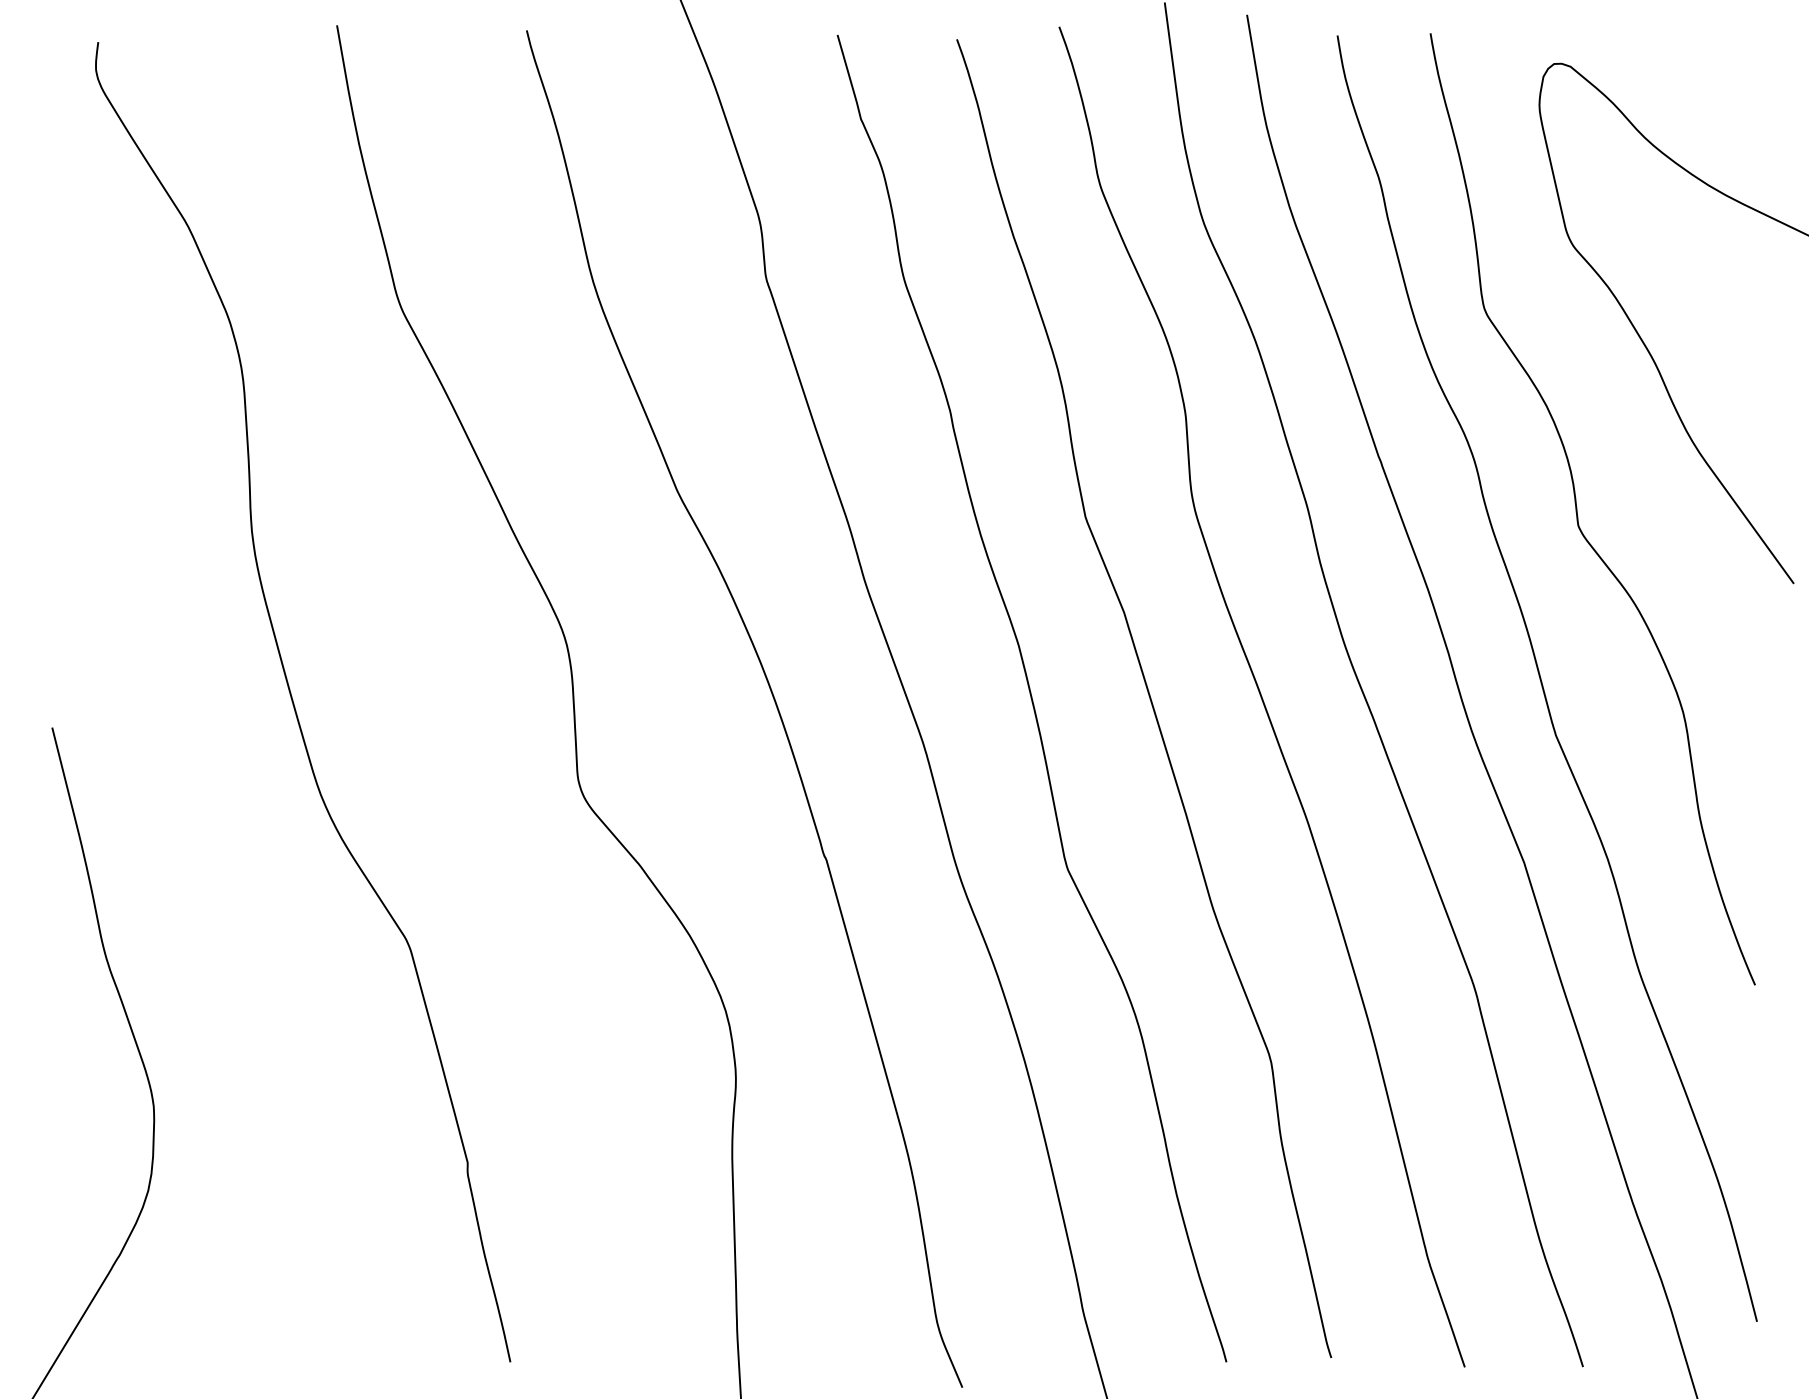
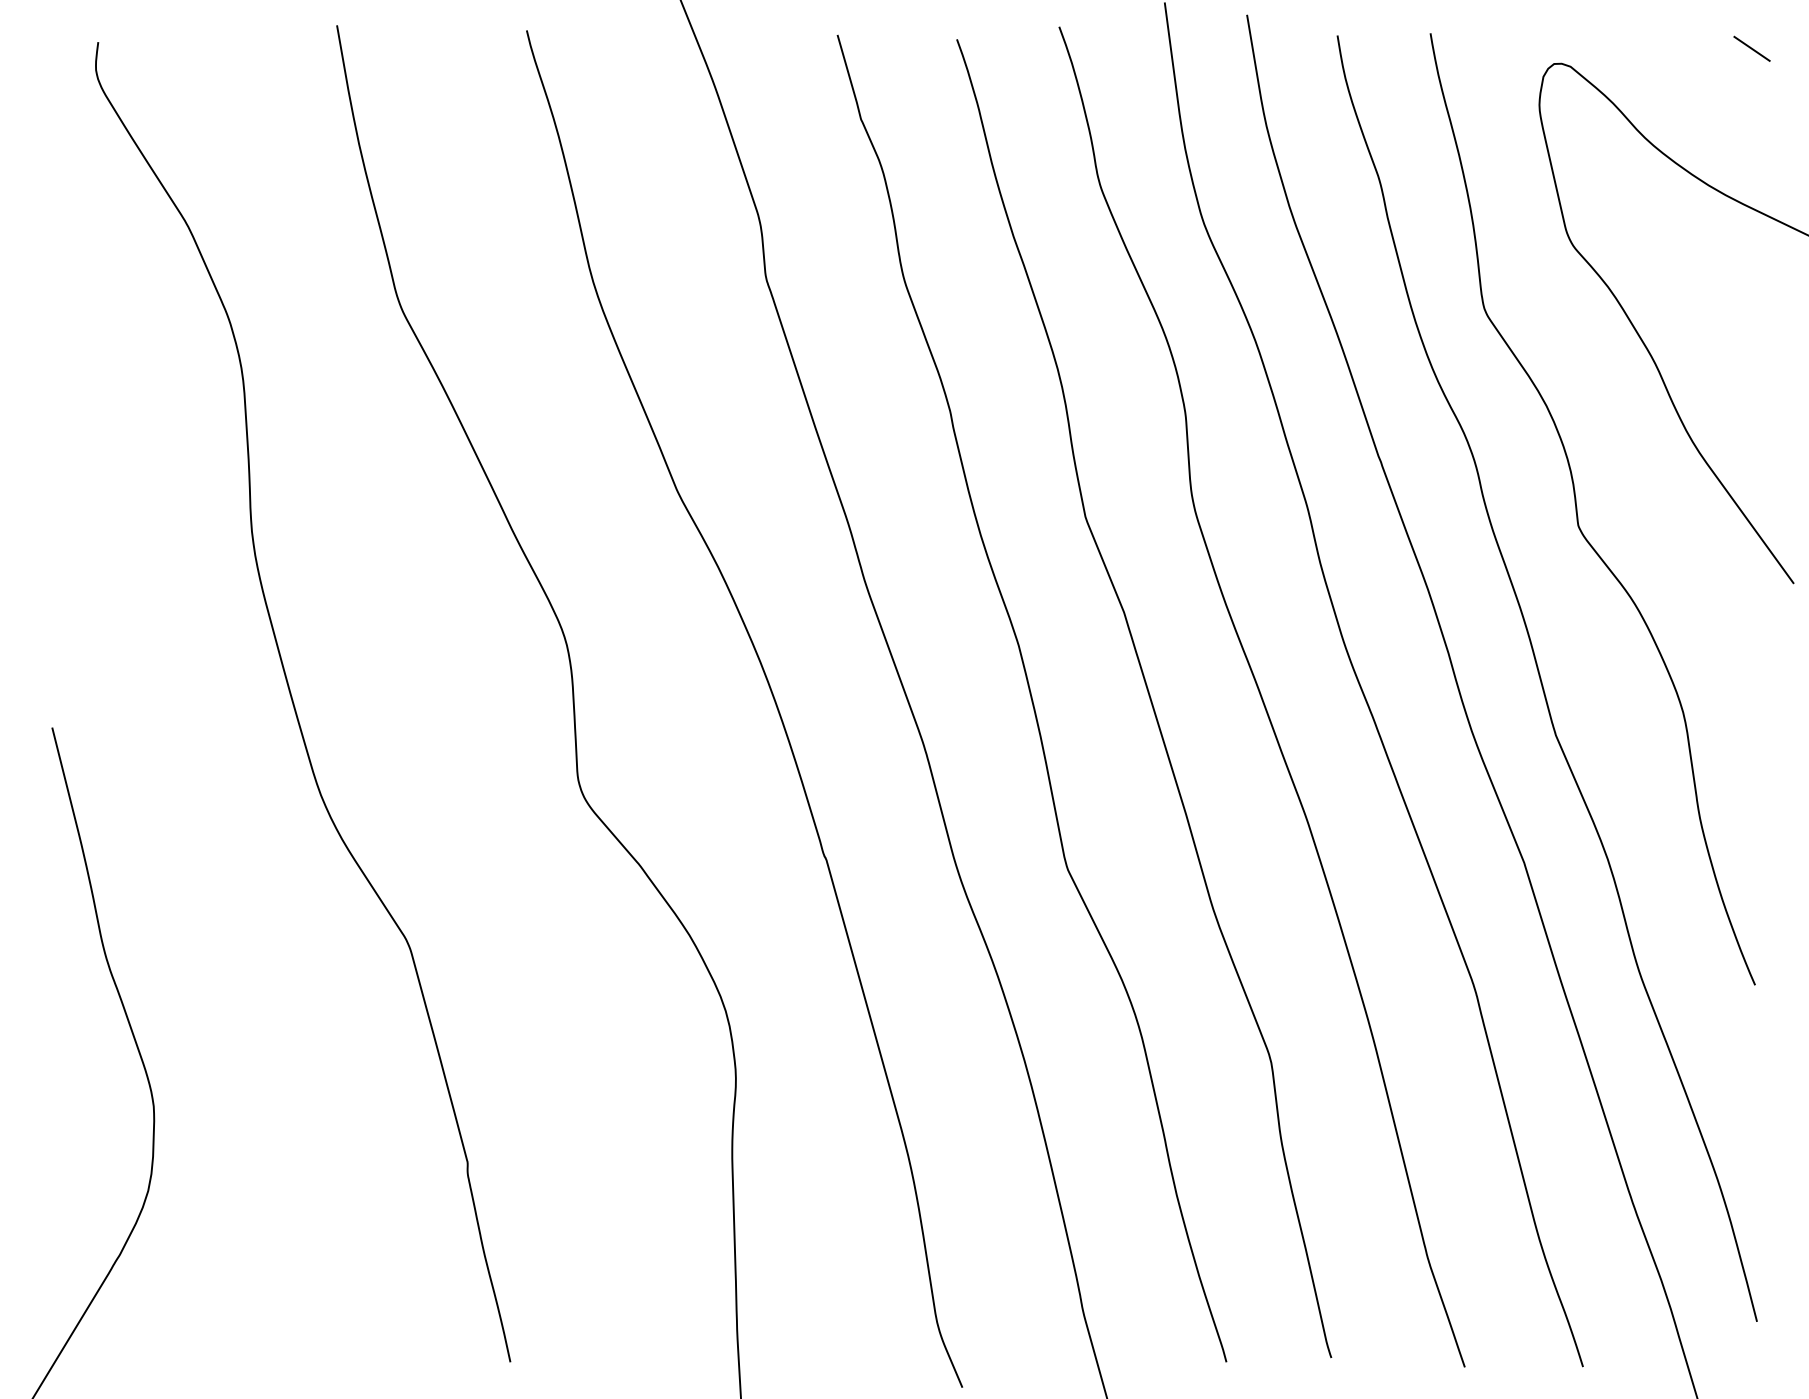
line at (1751, 48): none -> present
